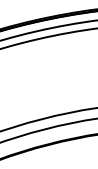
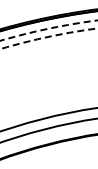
circle at (48, 30): solid -> dashed
circle at (48, 38): solid -> dashed
